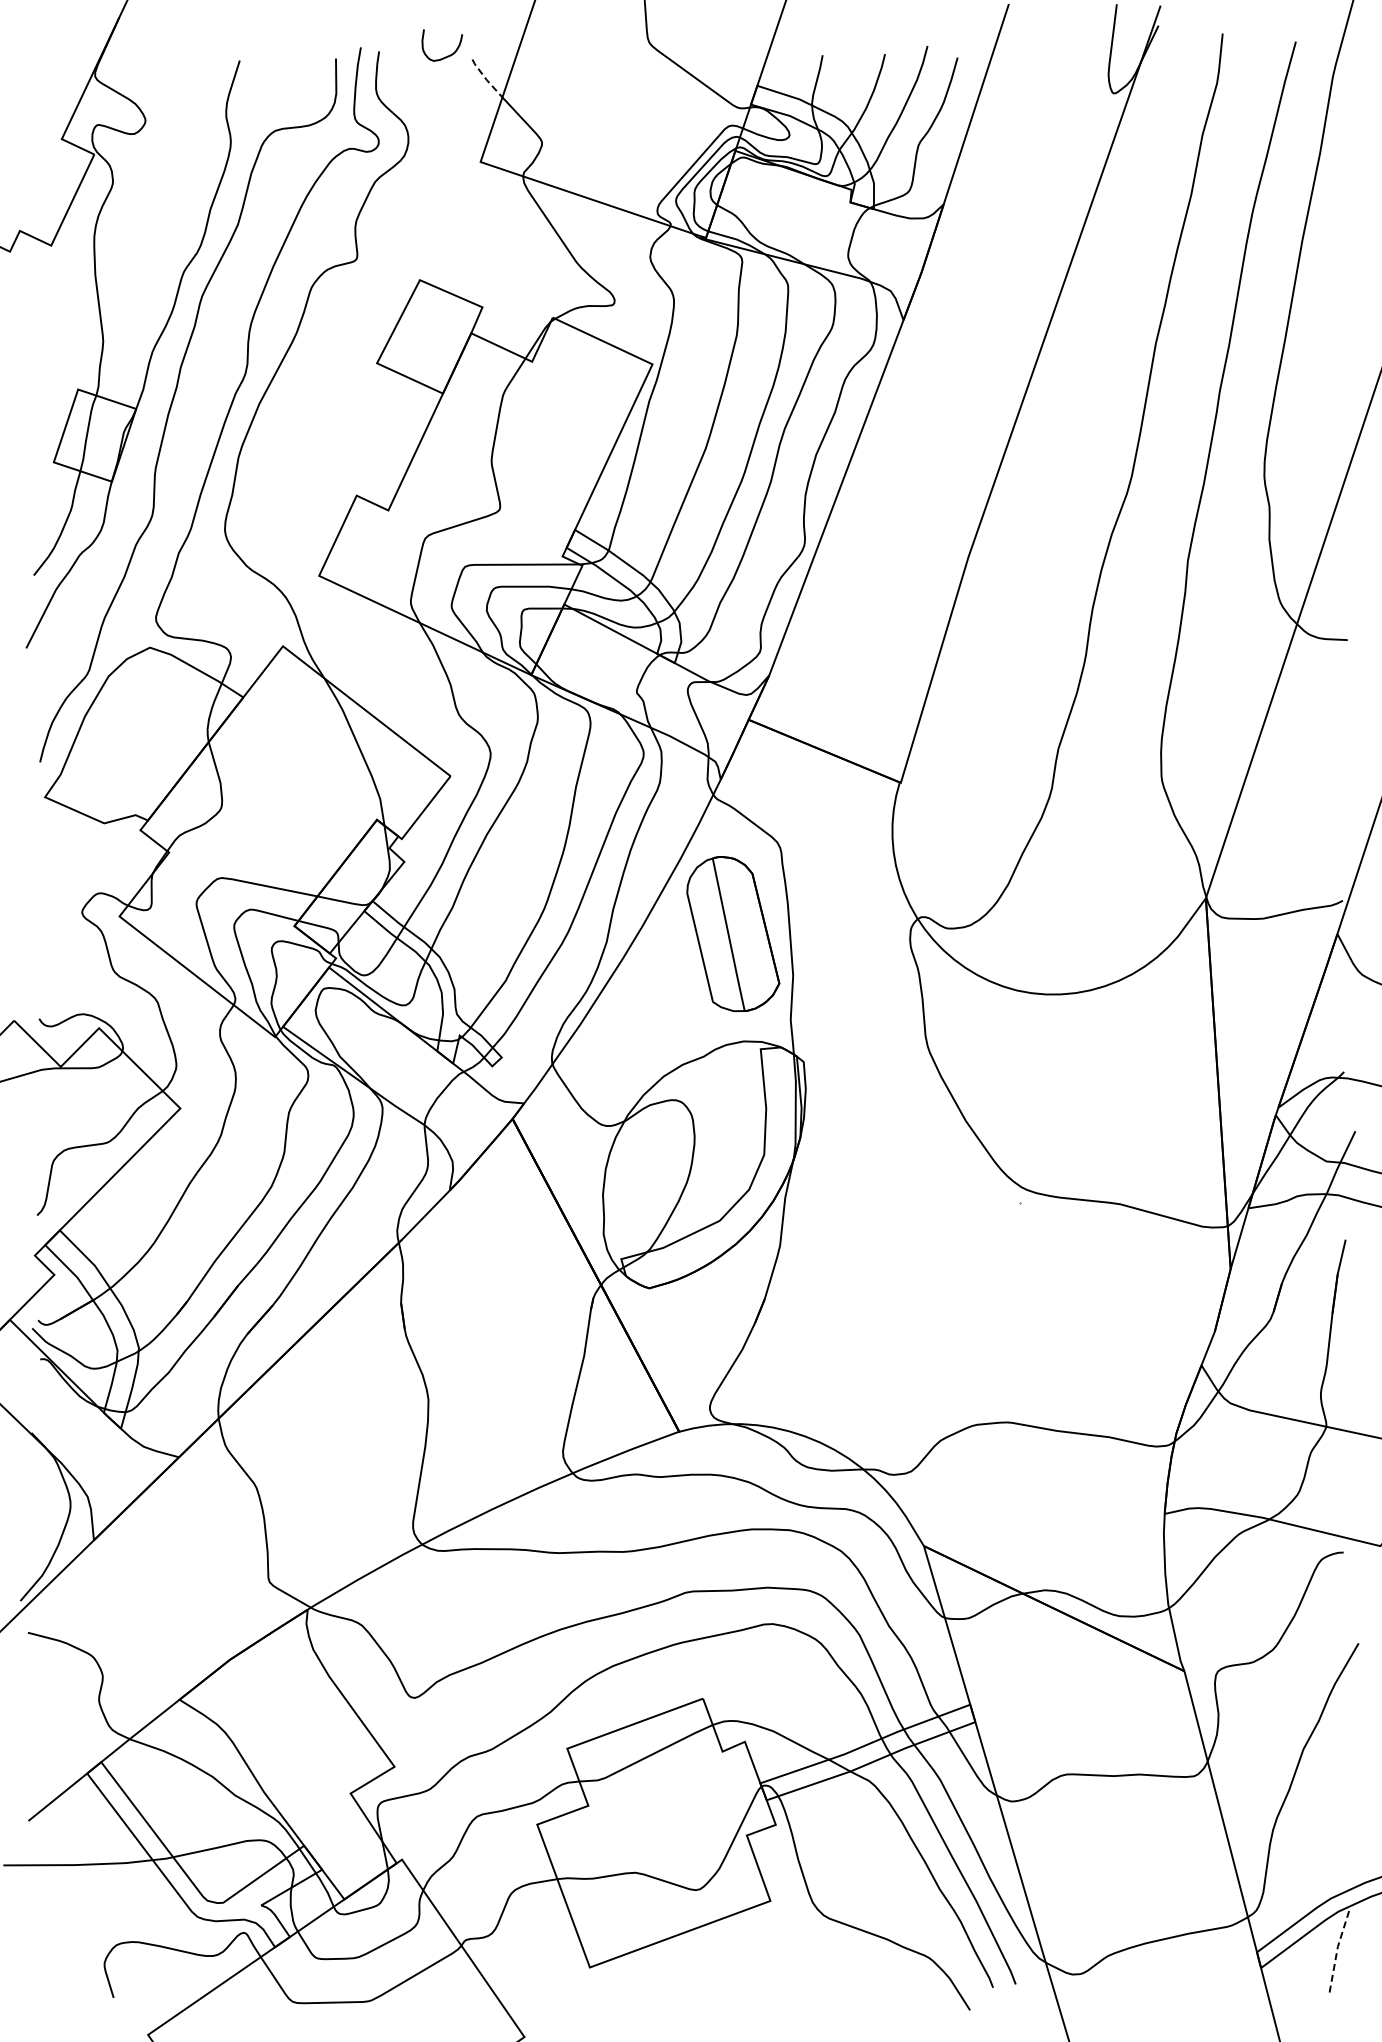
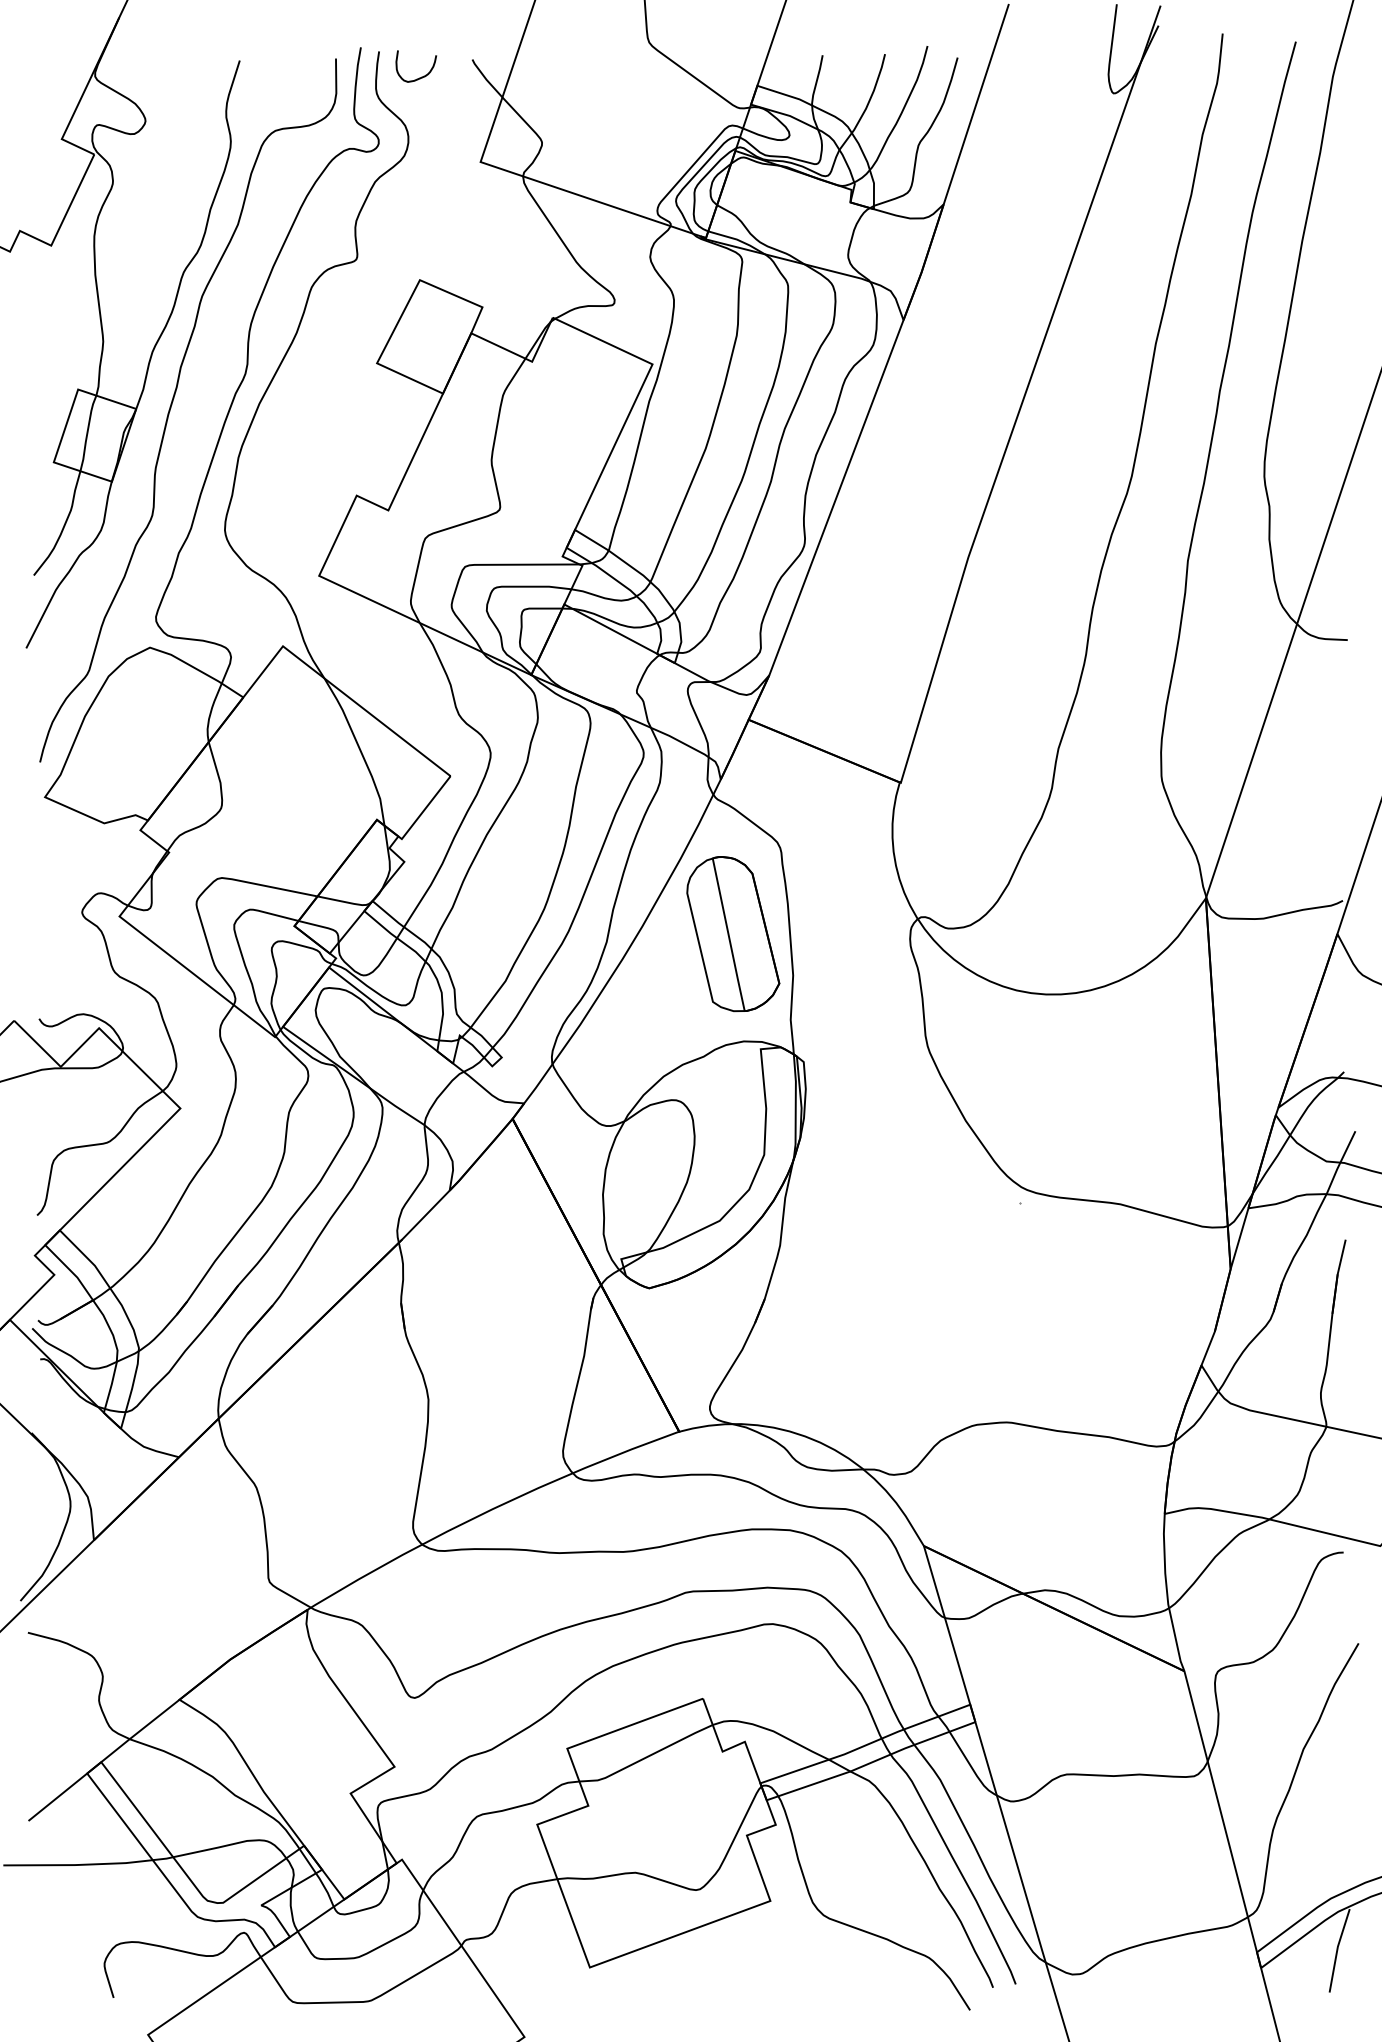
curve at (447, 55) position: (447, 55) -> (421, 76)
line at (486, 79): dashed -> solid
line at (1337, 1949): dashed -> solid
